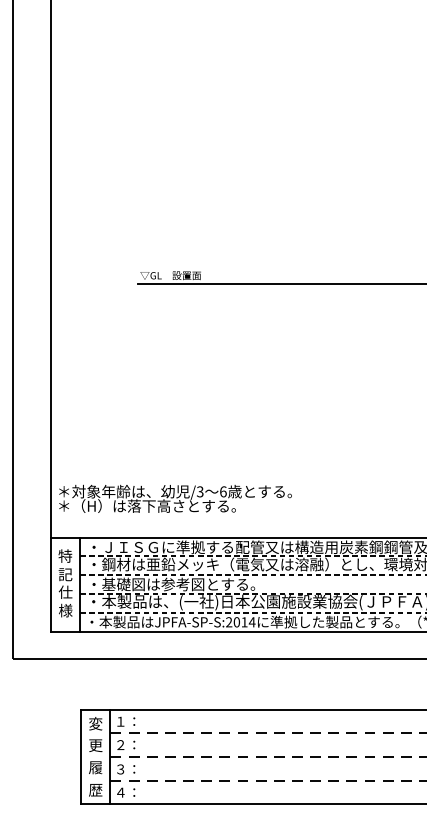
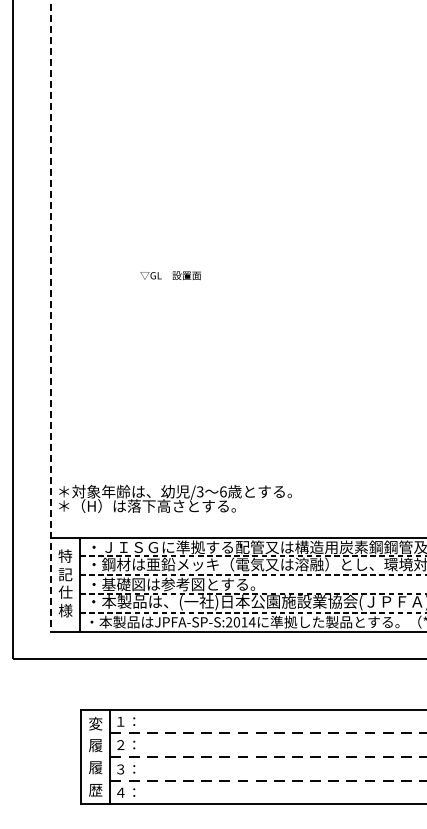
line at (280, 283): present -> none
line at (50, 316): solid -> dashed
text at (95, 745): 更 -> 履
